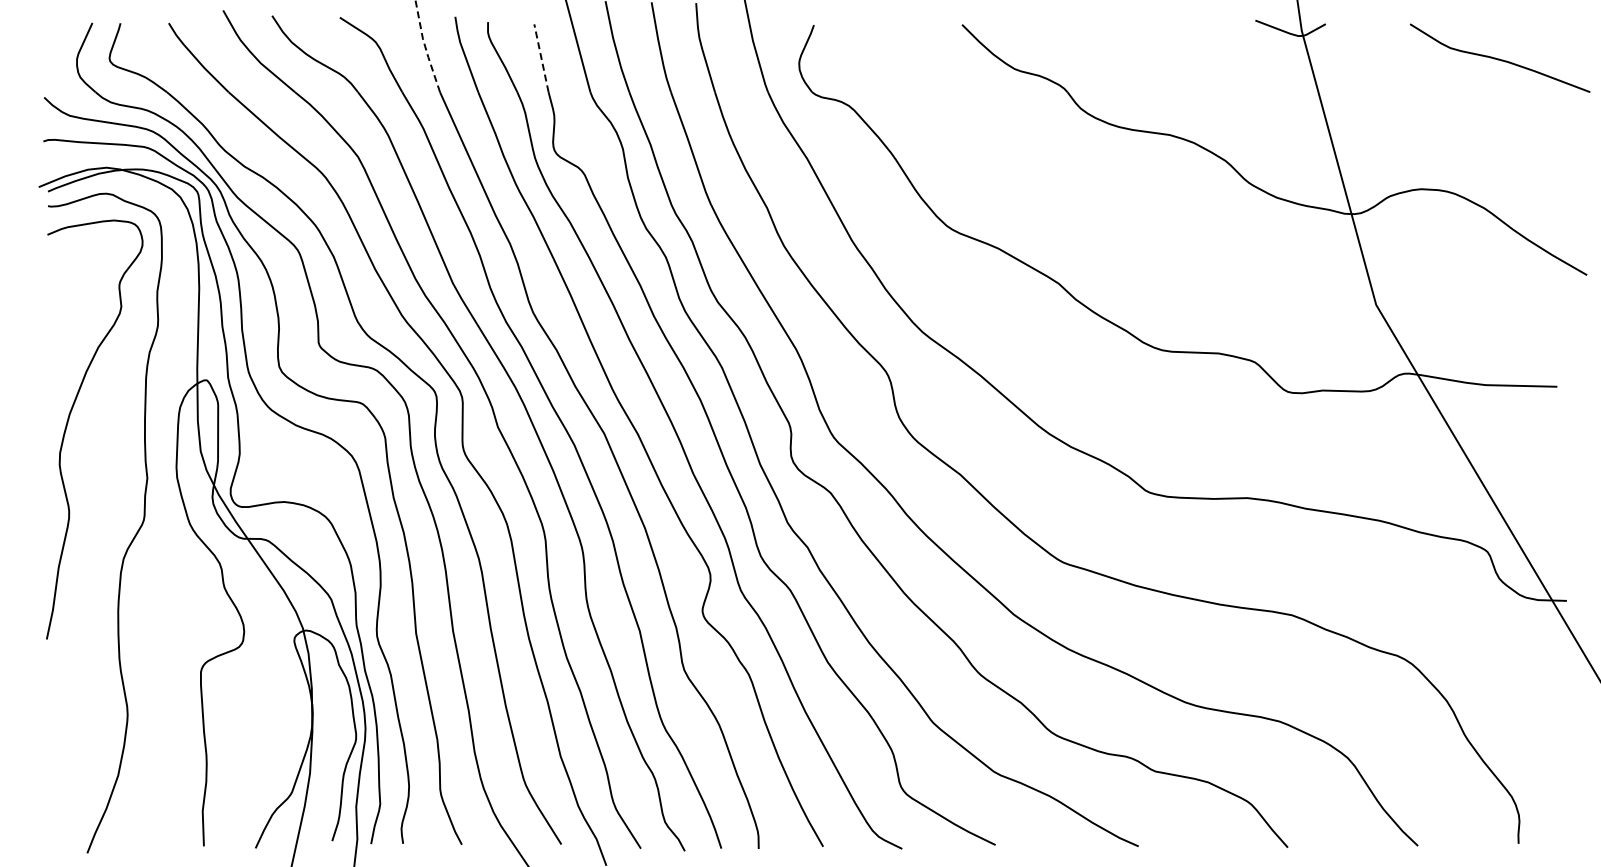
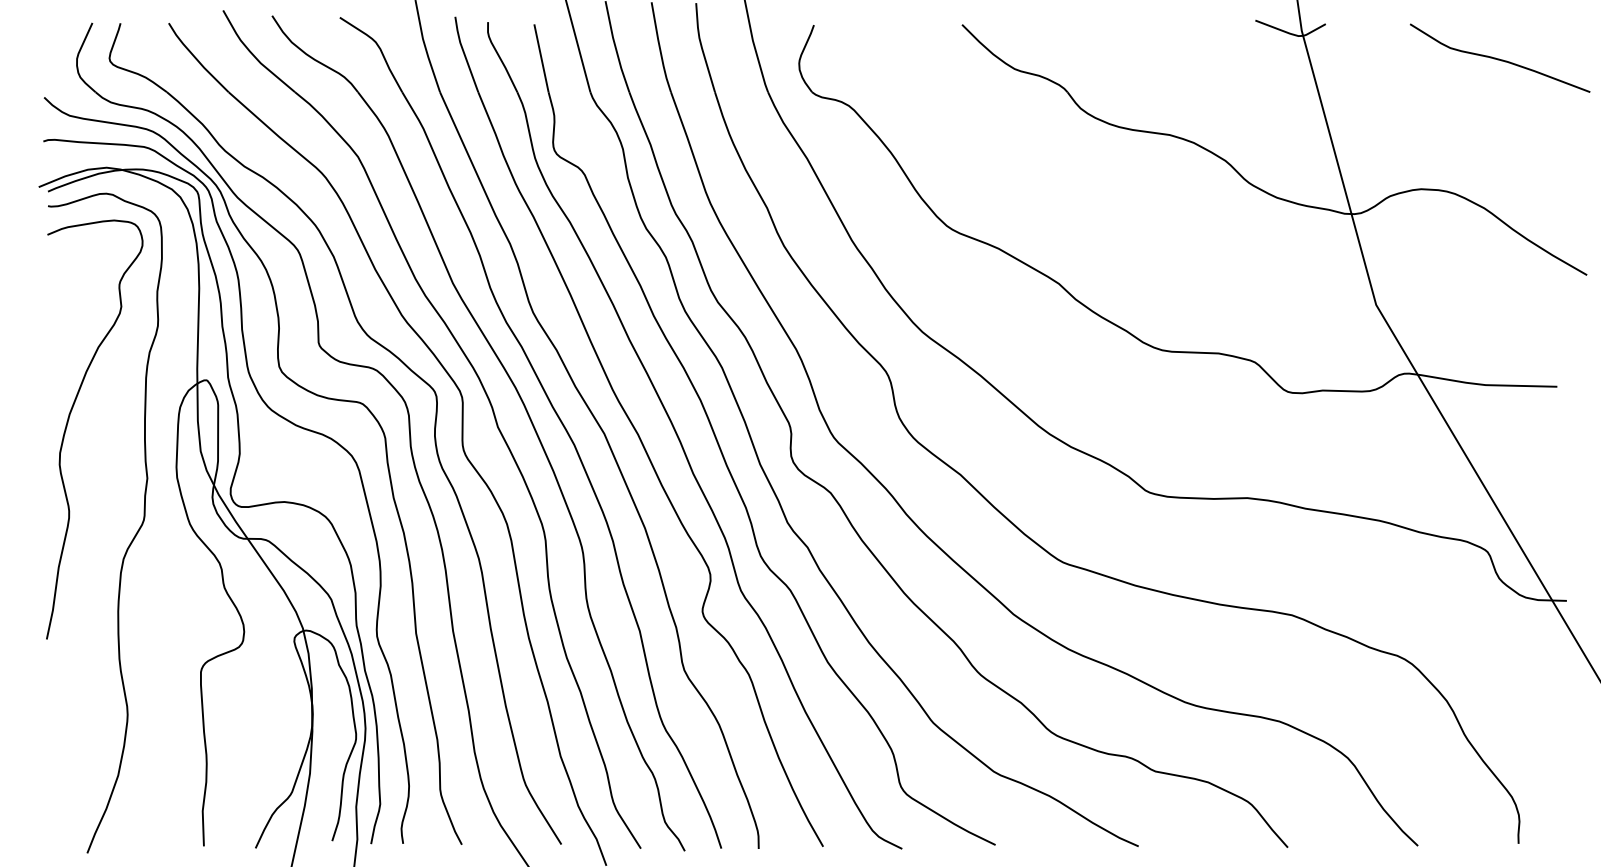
line at (425, 46): dashed -> solid
line at (541, 58): dashed -> solid
